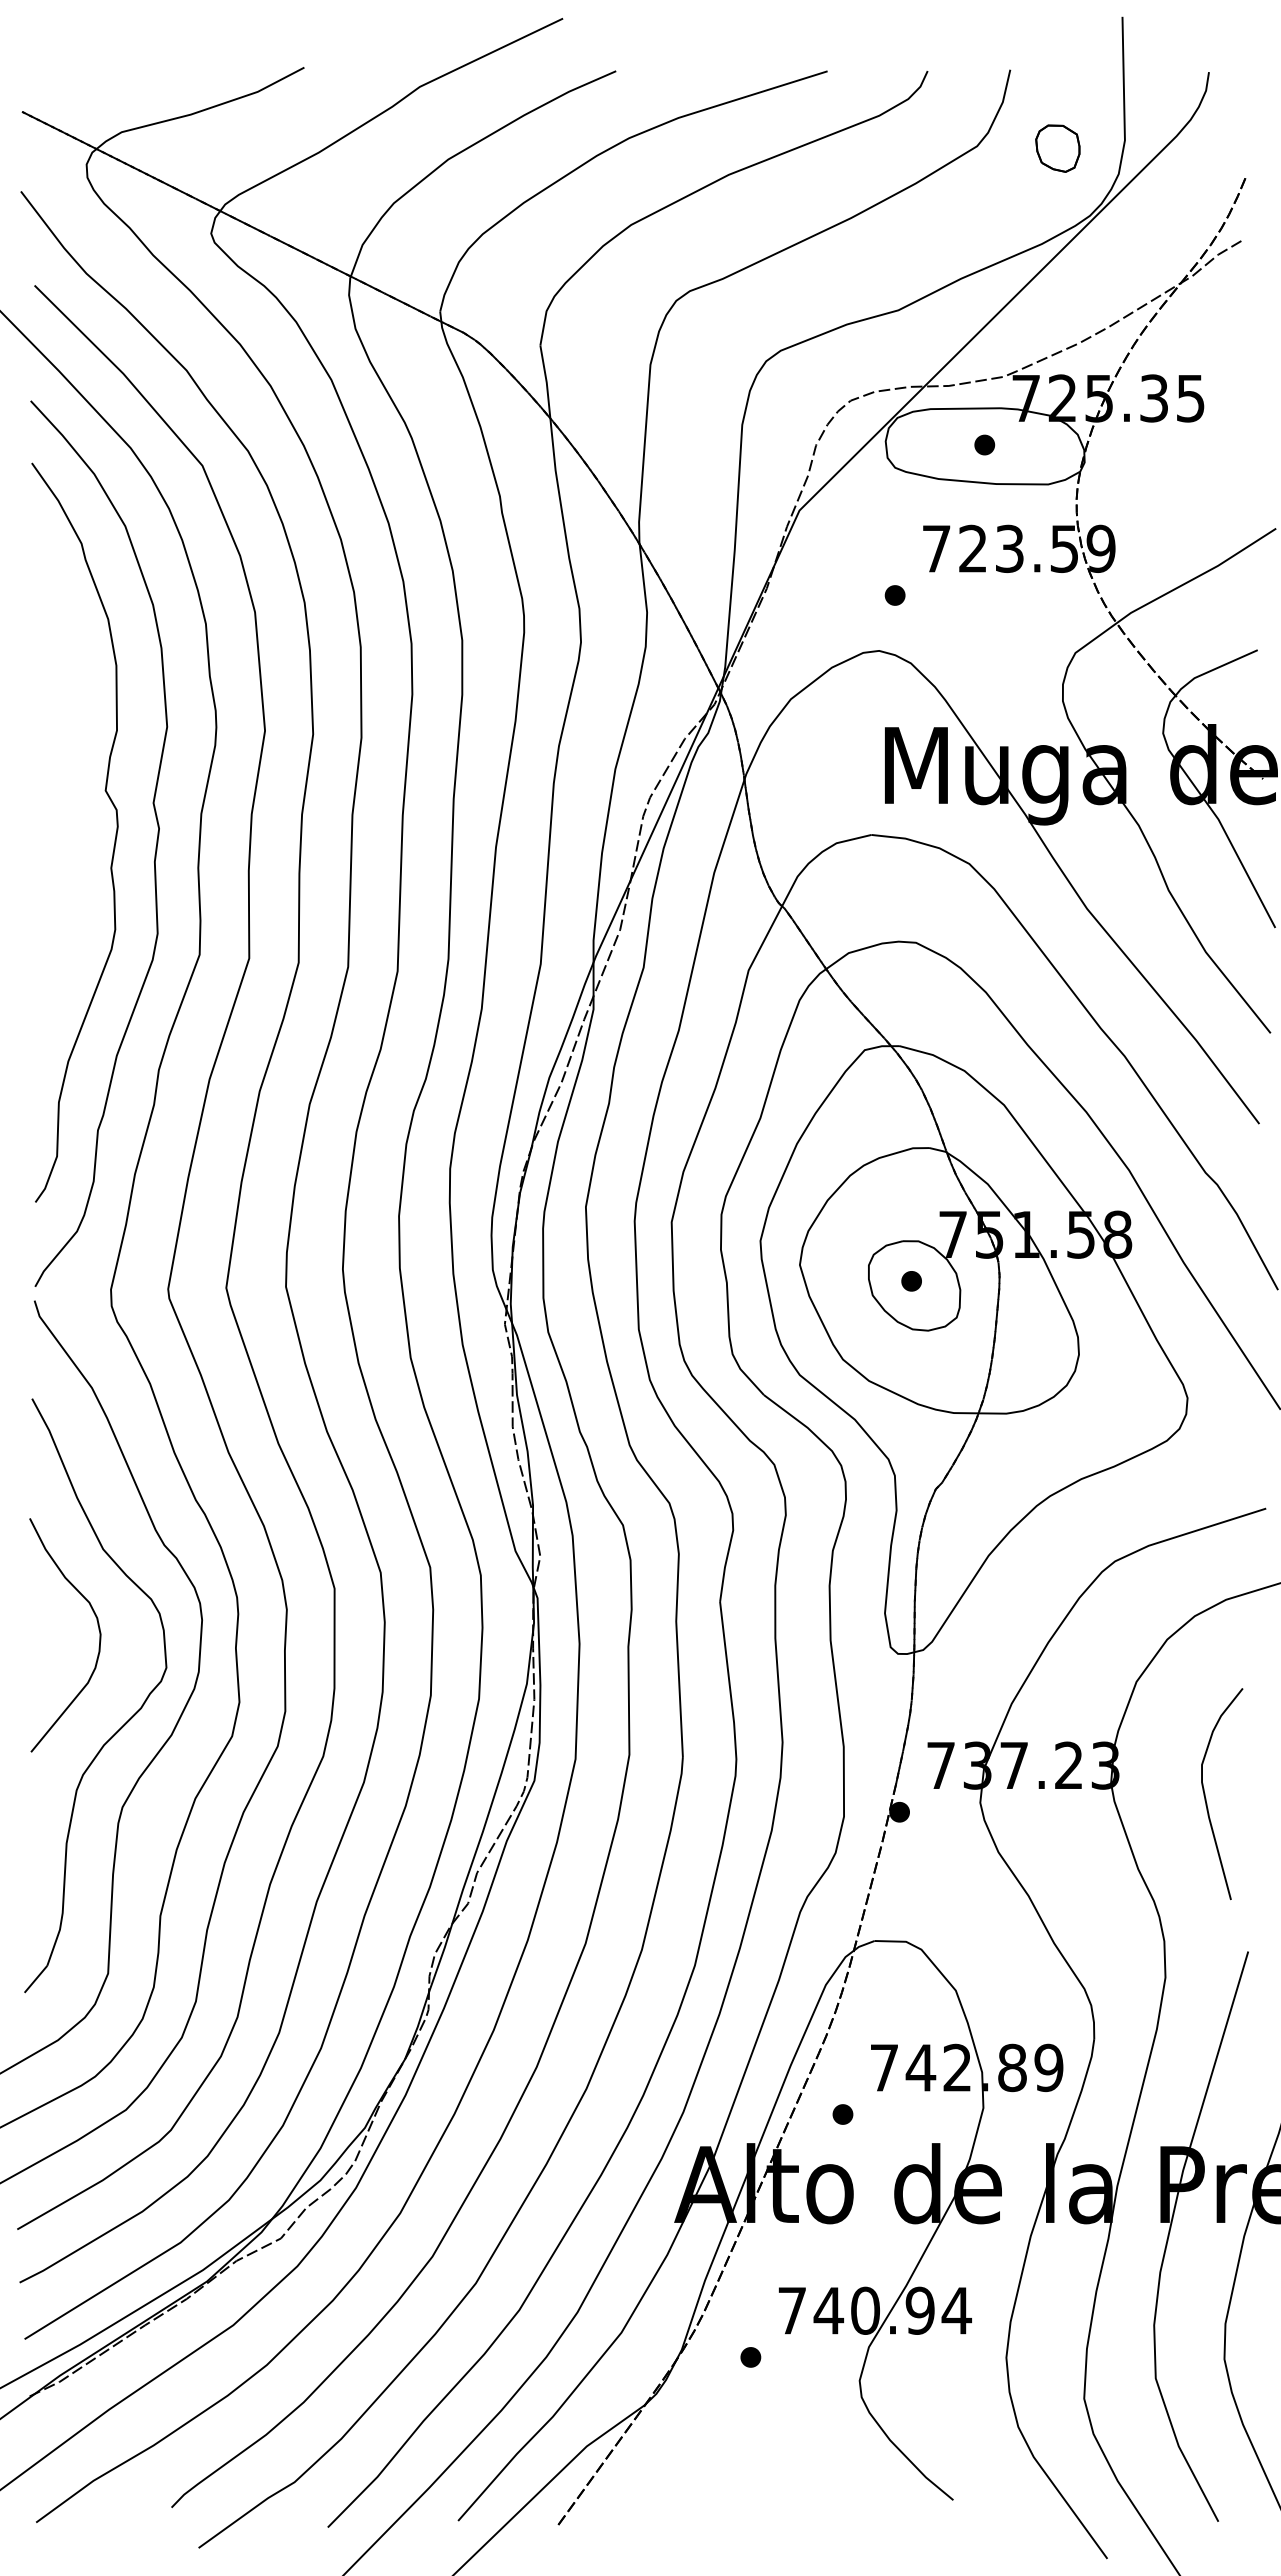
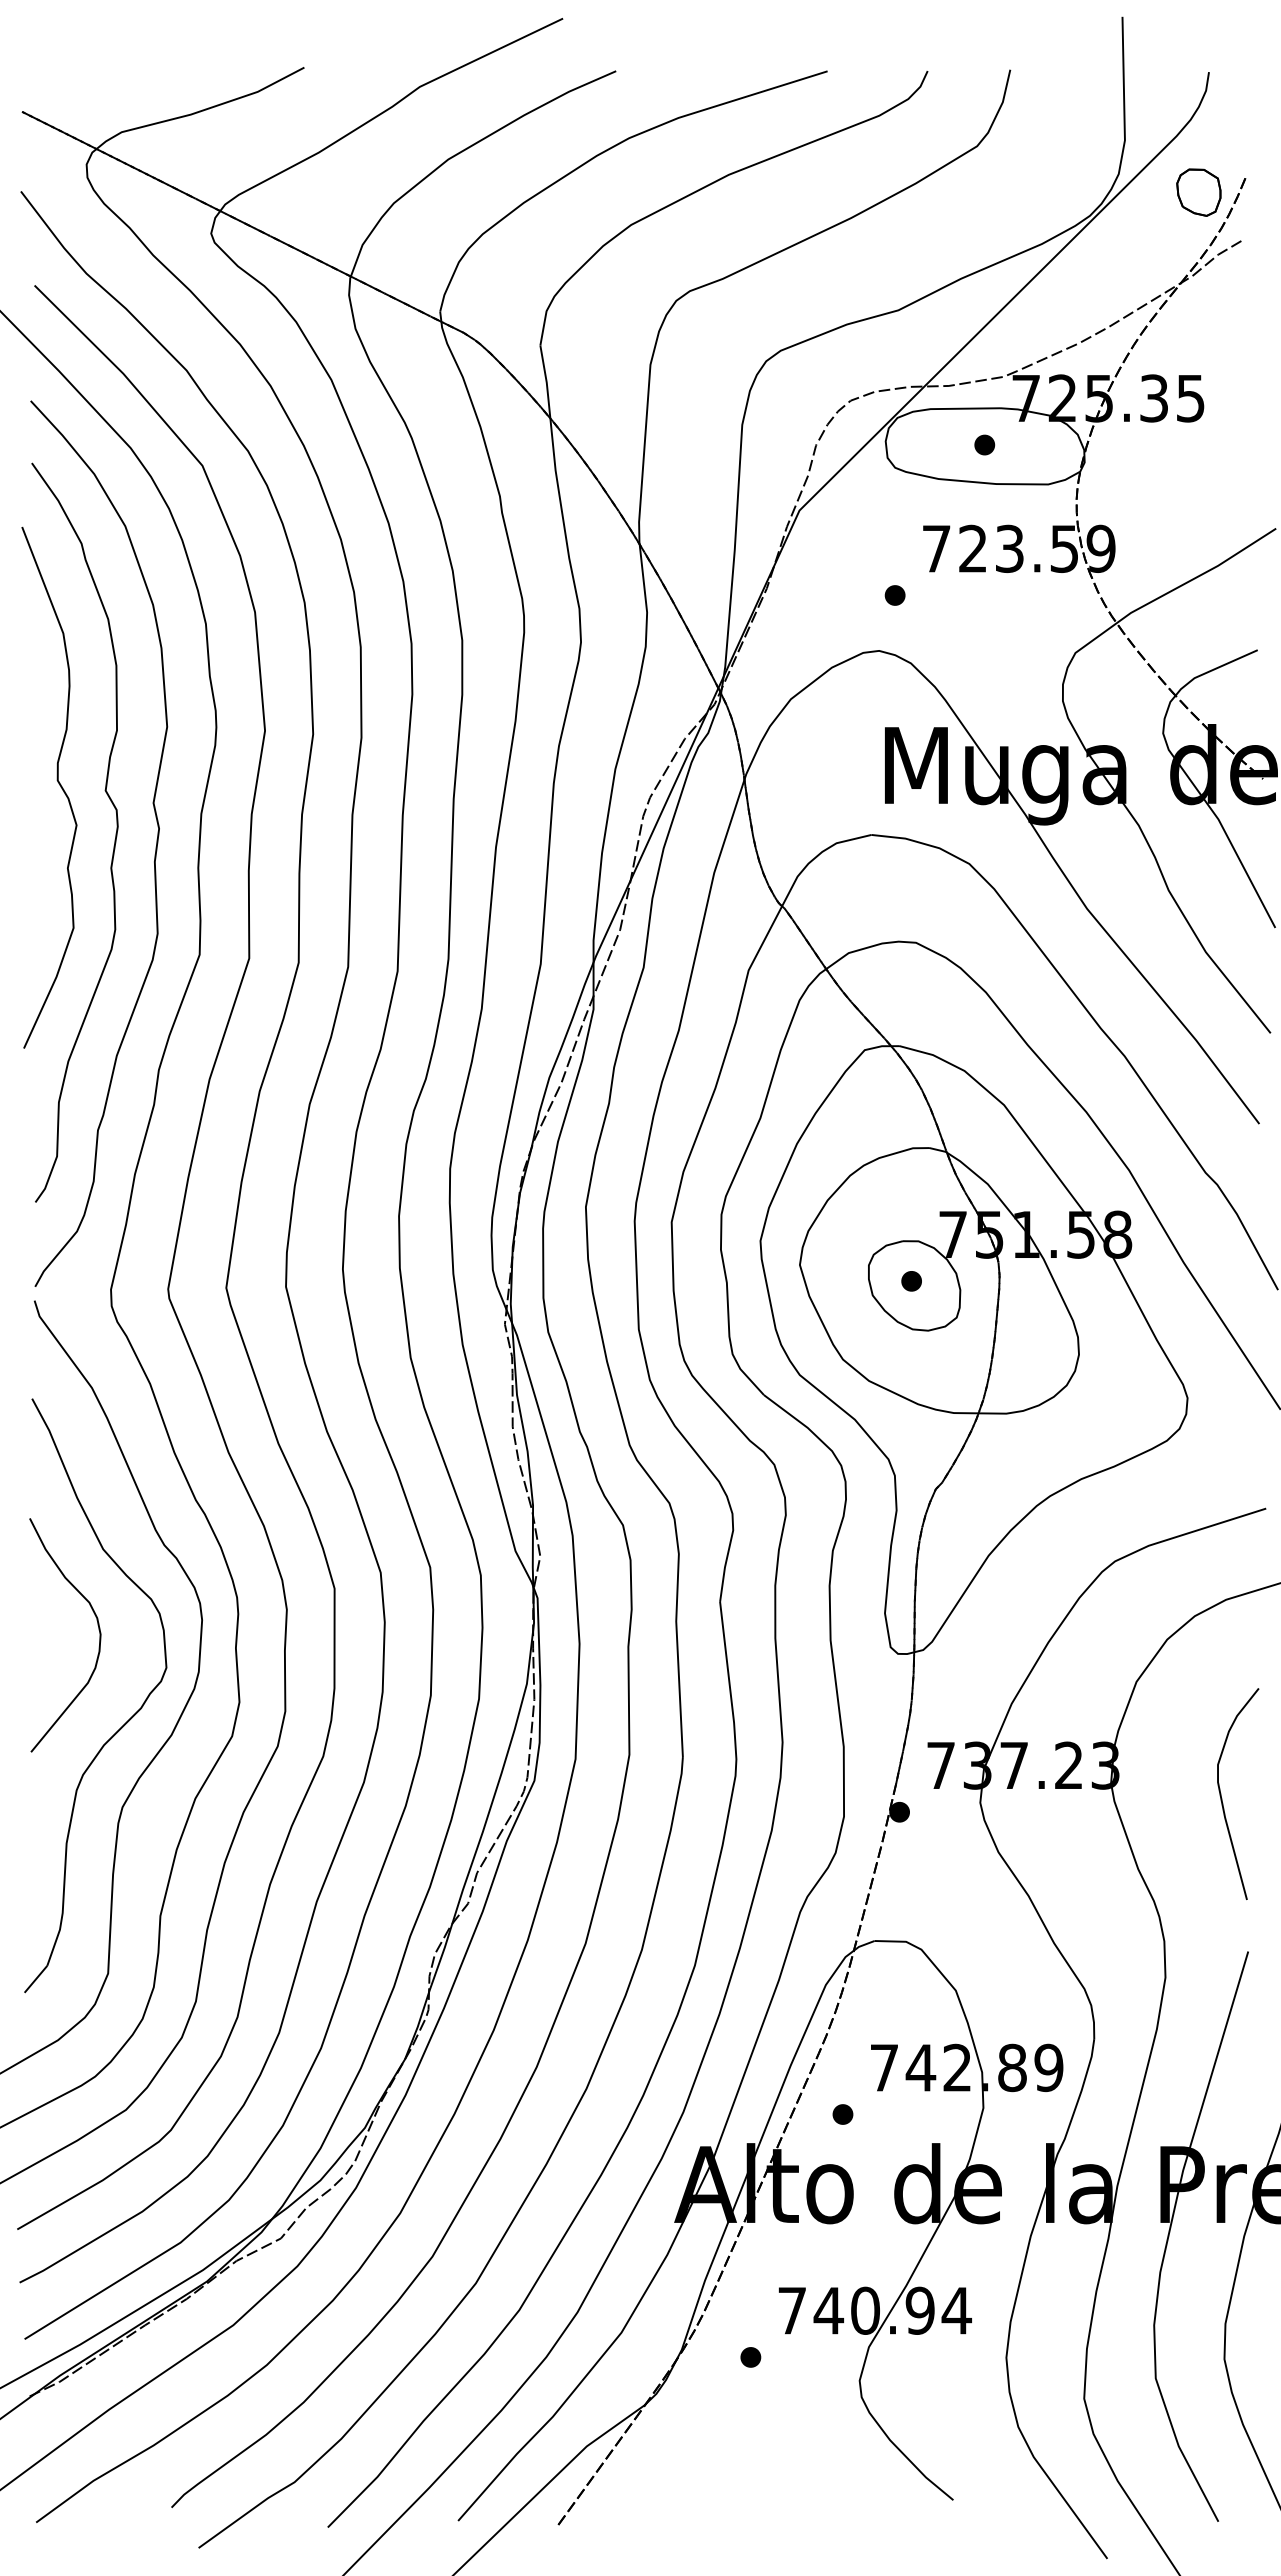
part at (1057, 148) position: (1057, 148) -> (1198, 192)
curve at (57, 782): none -> present
curve at (1206, 1798) position: (1206, 1798) -> (1222, 1798)
